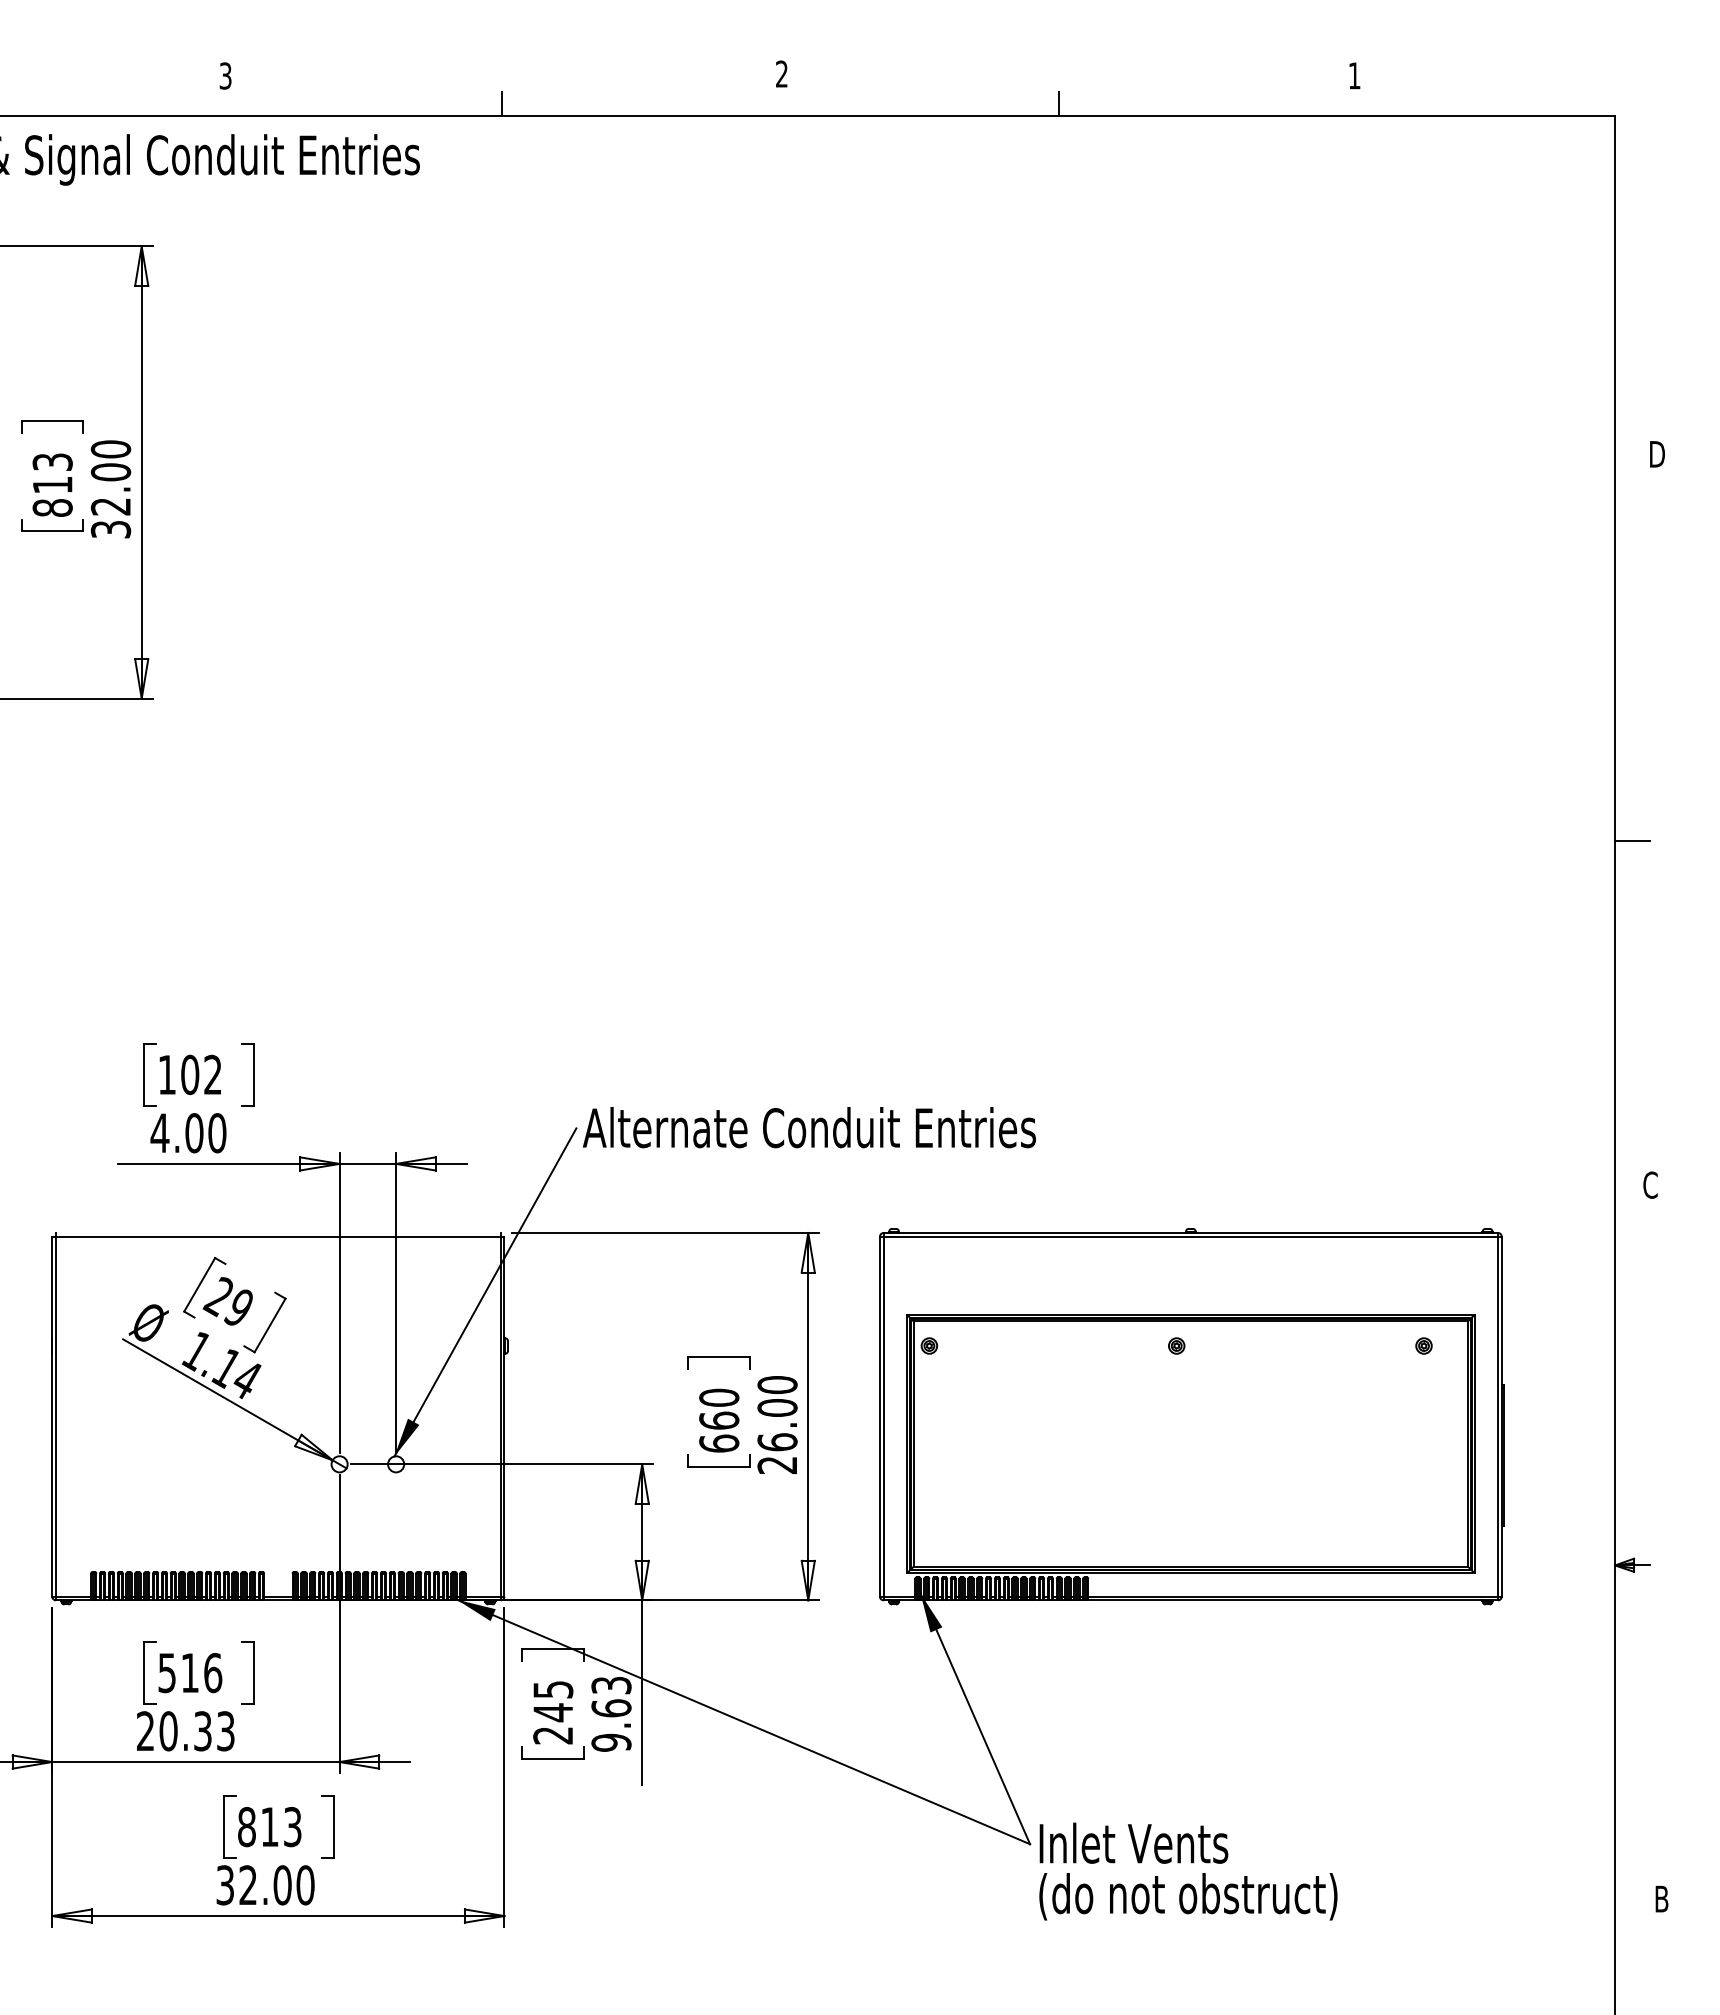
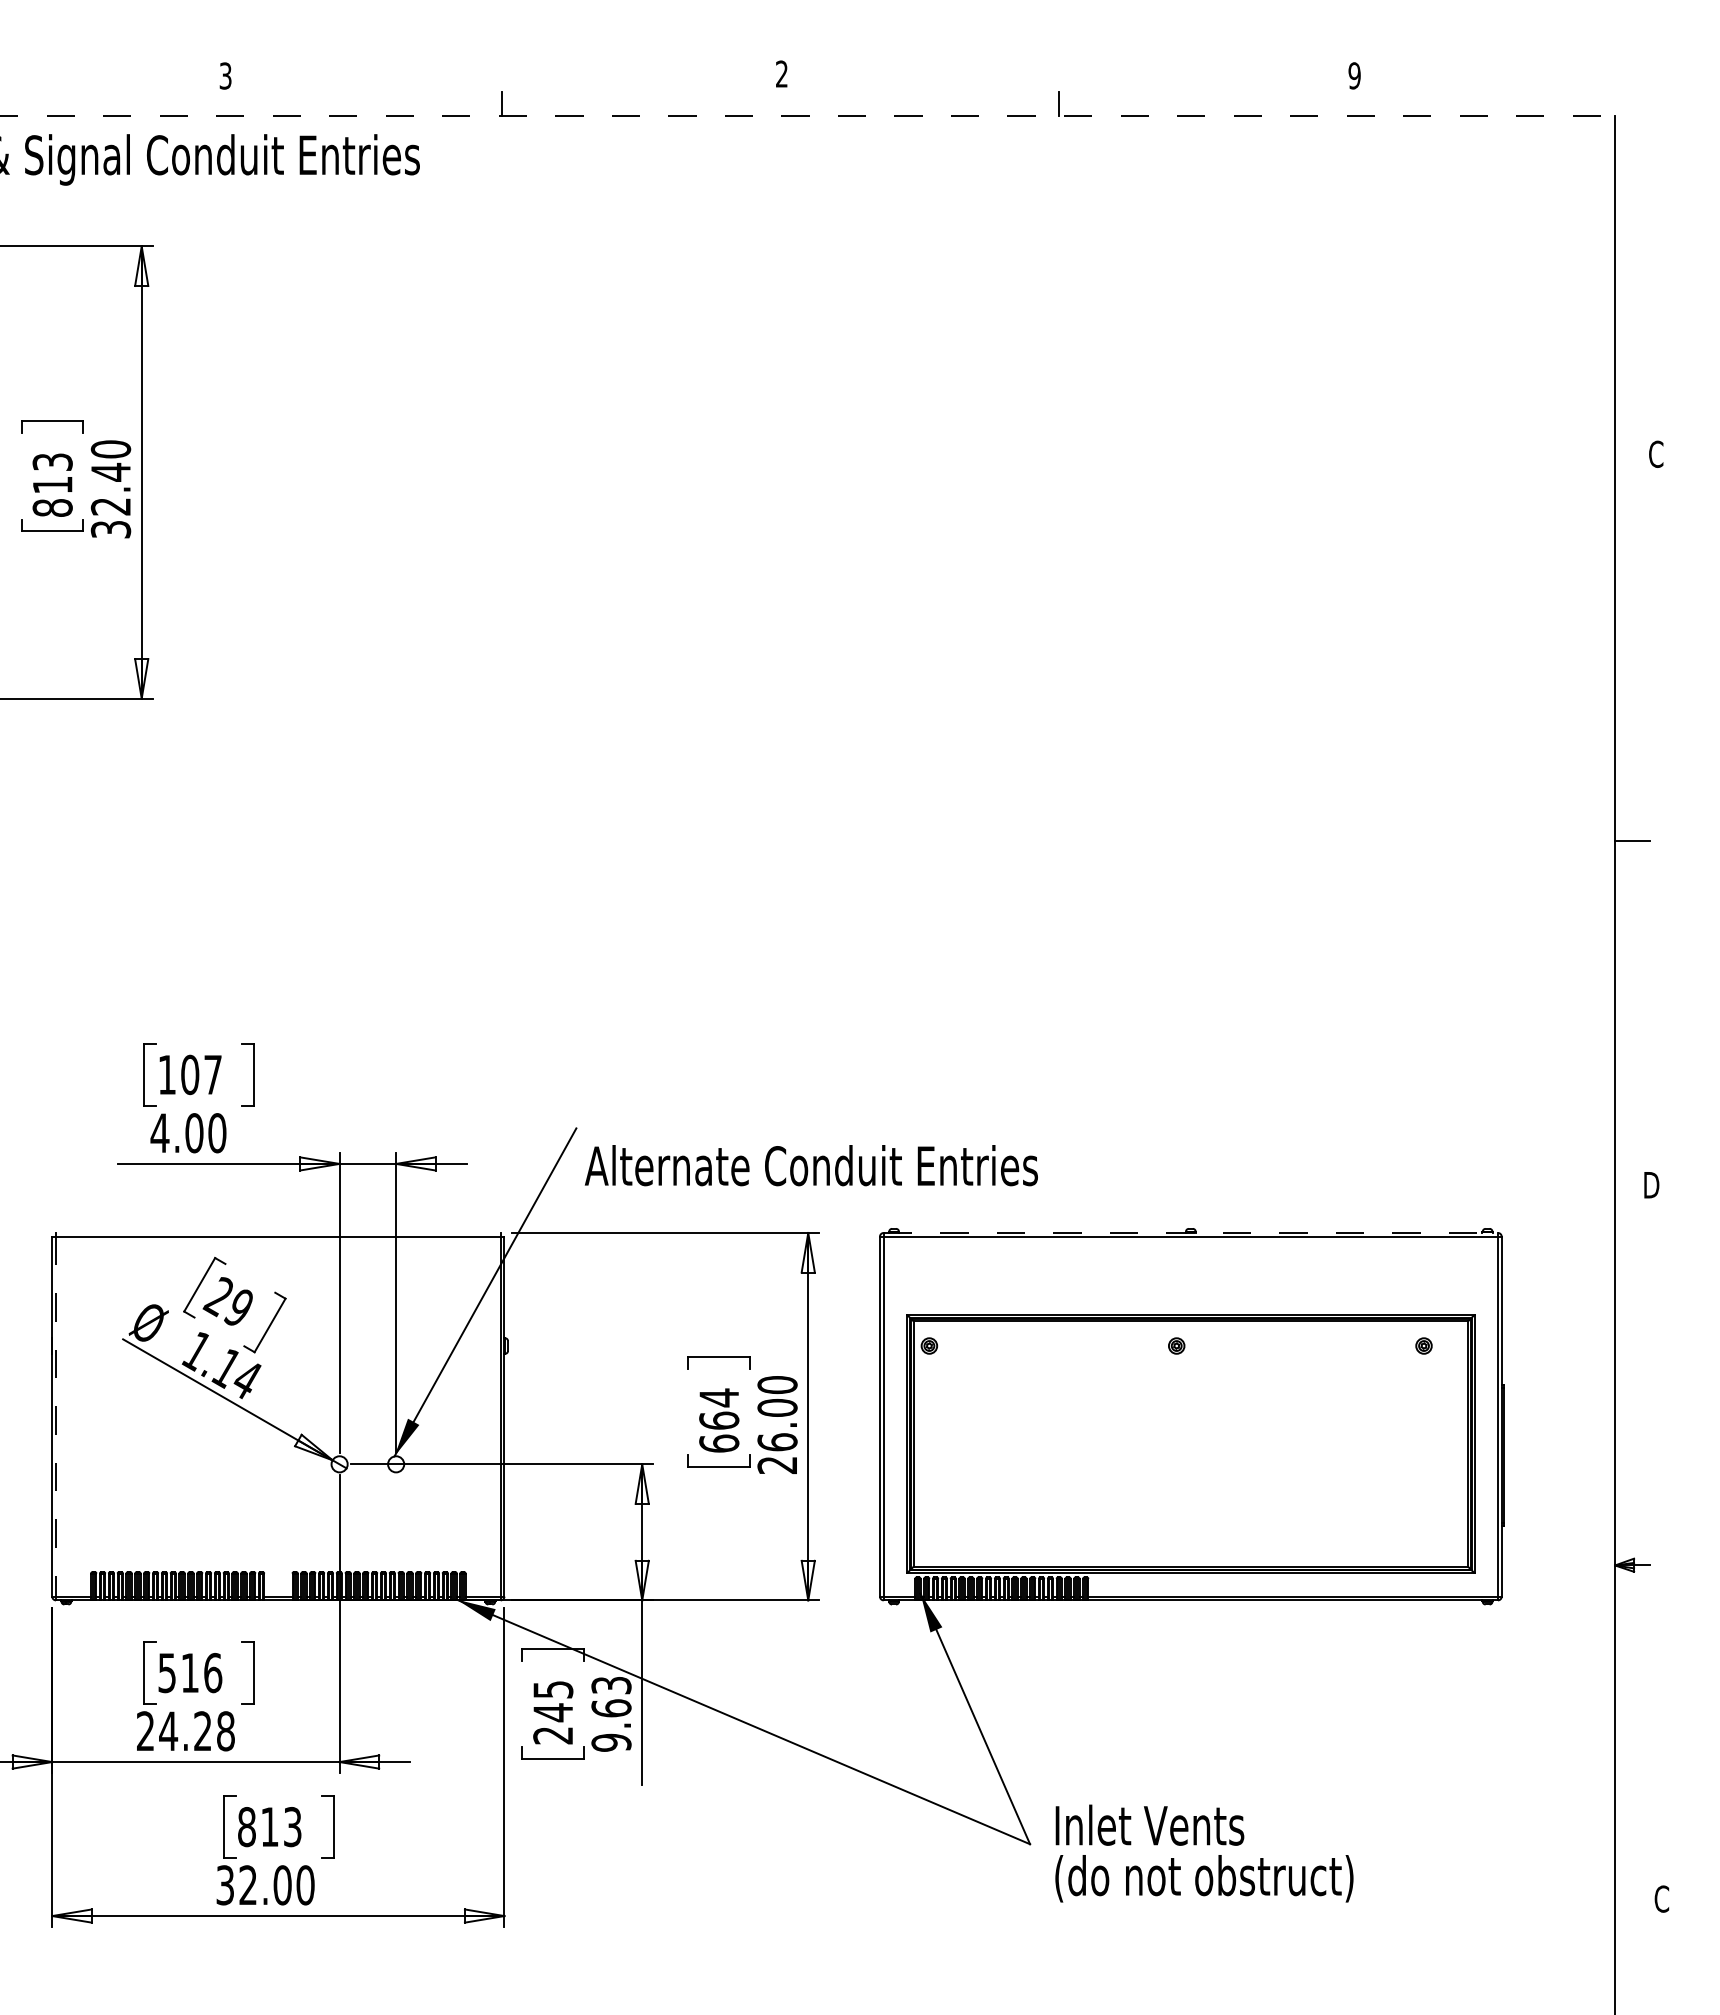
text at (1354, 75): 1 -> 9
line at (808, 115): solid -> dashed
text at (1656, 453): D -> C
text at (110, 471): 32.00 -> 32.40
text at (212, 1074): 102 -> 107
text at (808, 1127) position: (808, 1127) -> (810, 1165)
text at (1651, 1184): C -> D
line at (1191, 1232): solid -> dashed
text at (719, 1397): 660 -> 664
line at (56, 1416): solid -> dashed
text at (196, 1731): 20.33 -> 24.28
text at (1188, 1871) position: (1188, 1871) -> (1204, 1853)
text at (1661, 1898): B -> C
